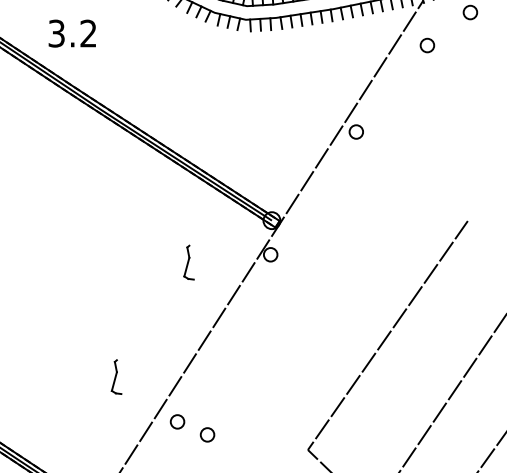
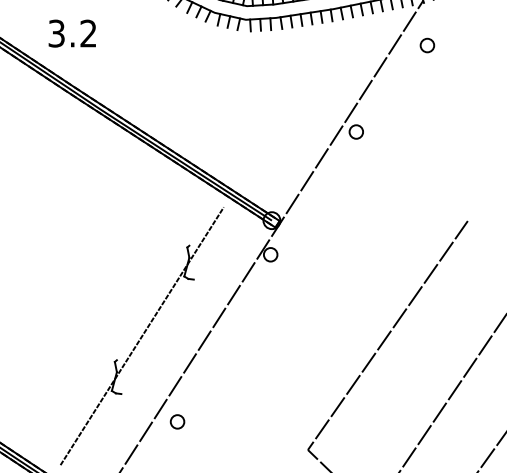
part at (470, 12): present -> none
line at (141, 336): none -> present
part at (207, 434): present -> none
